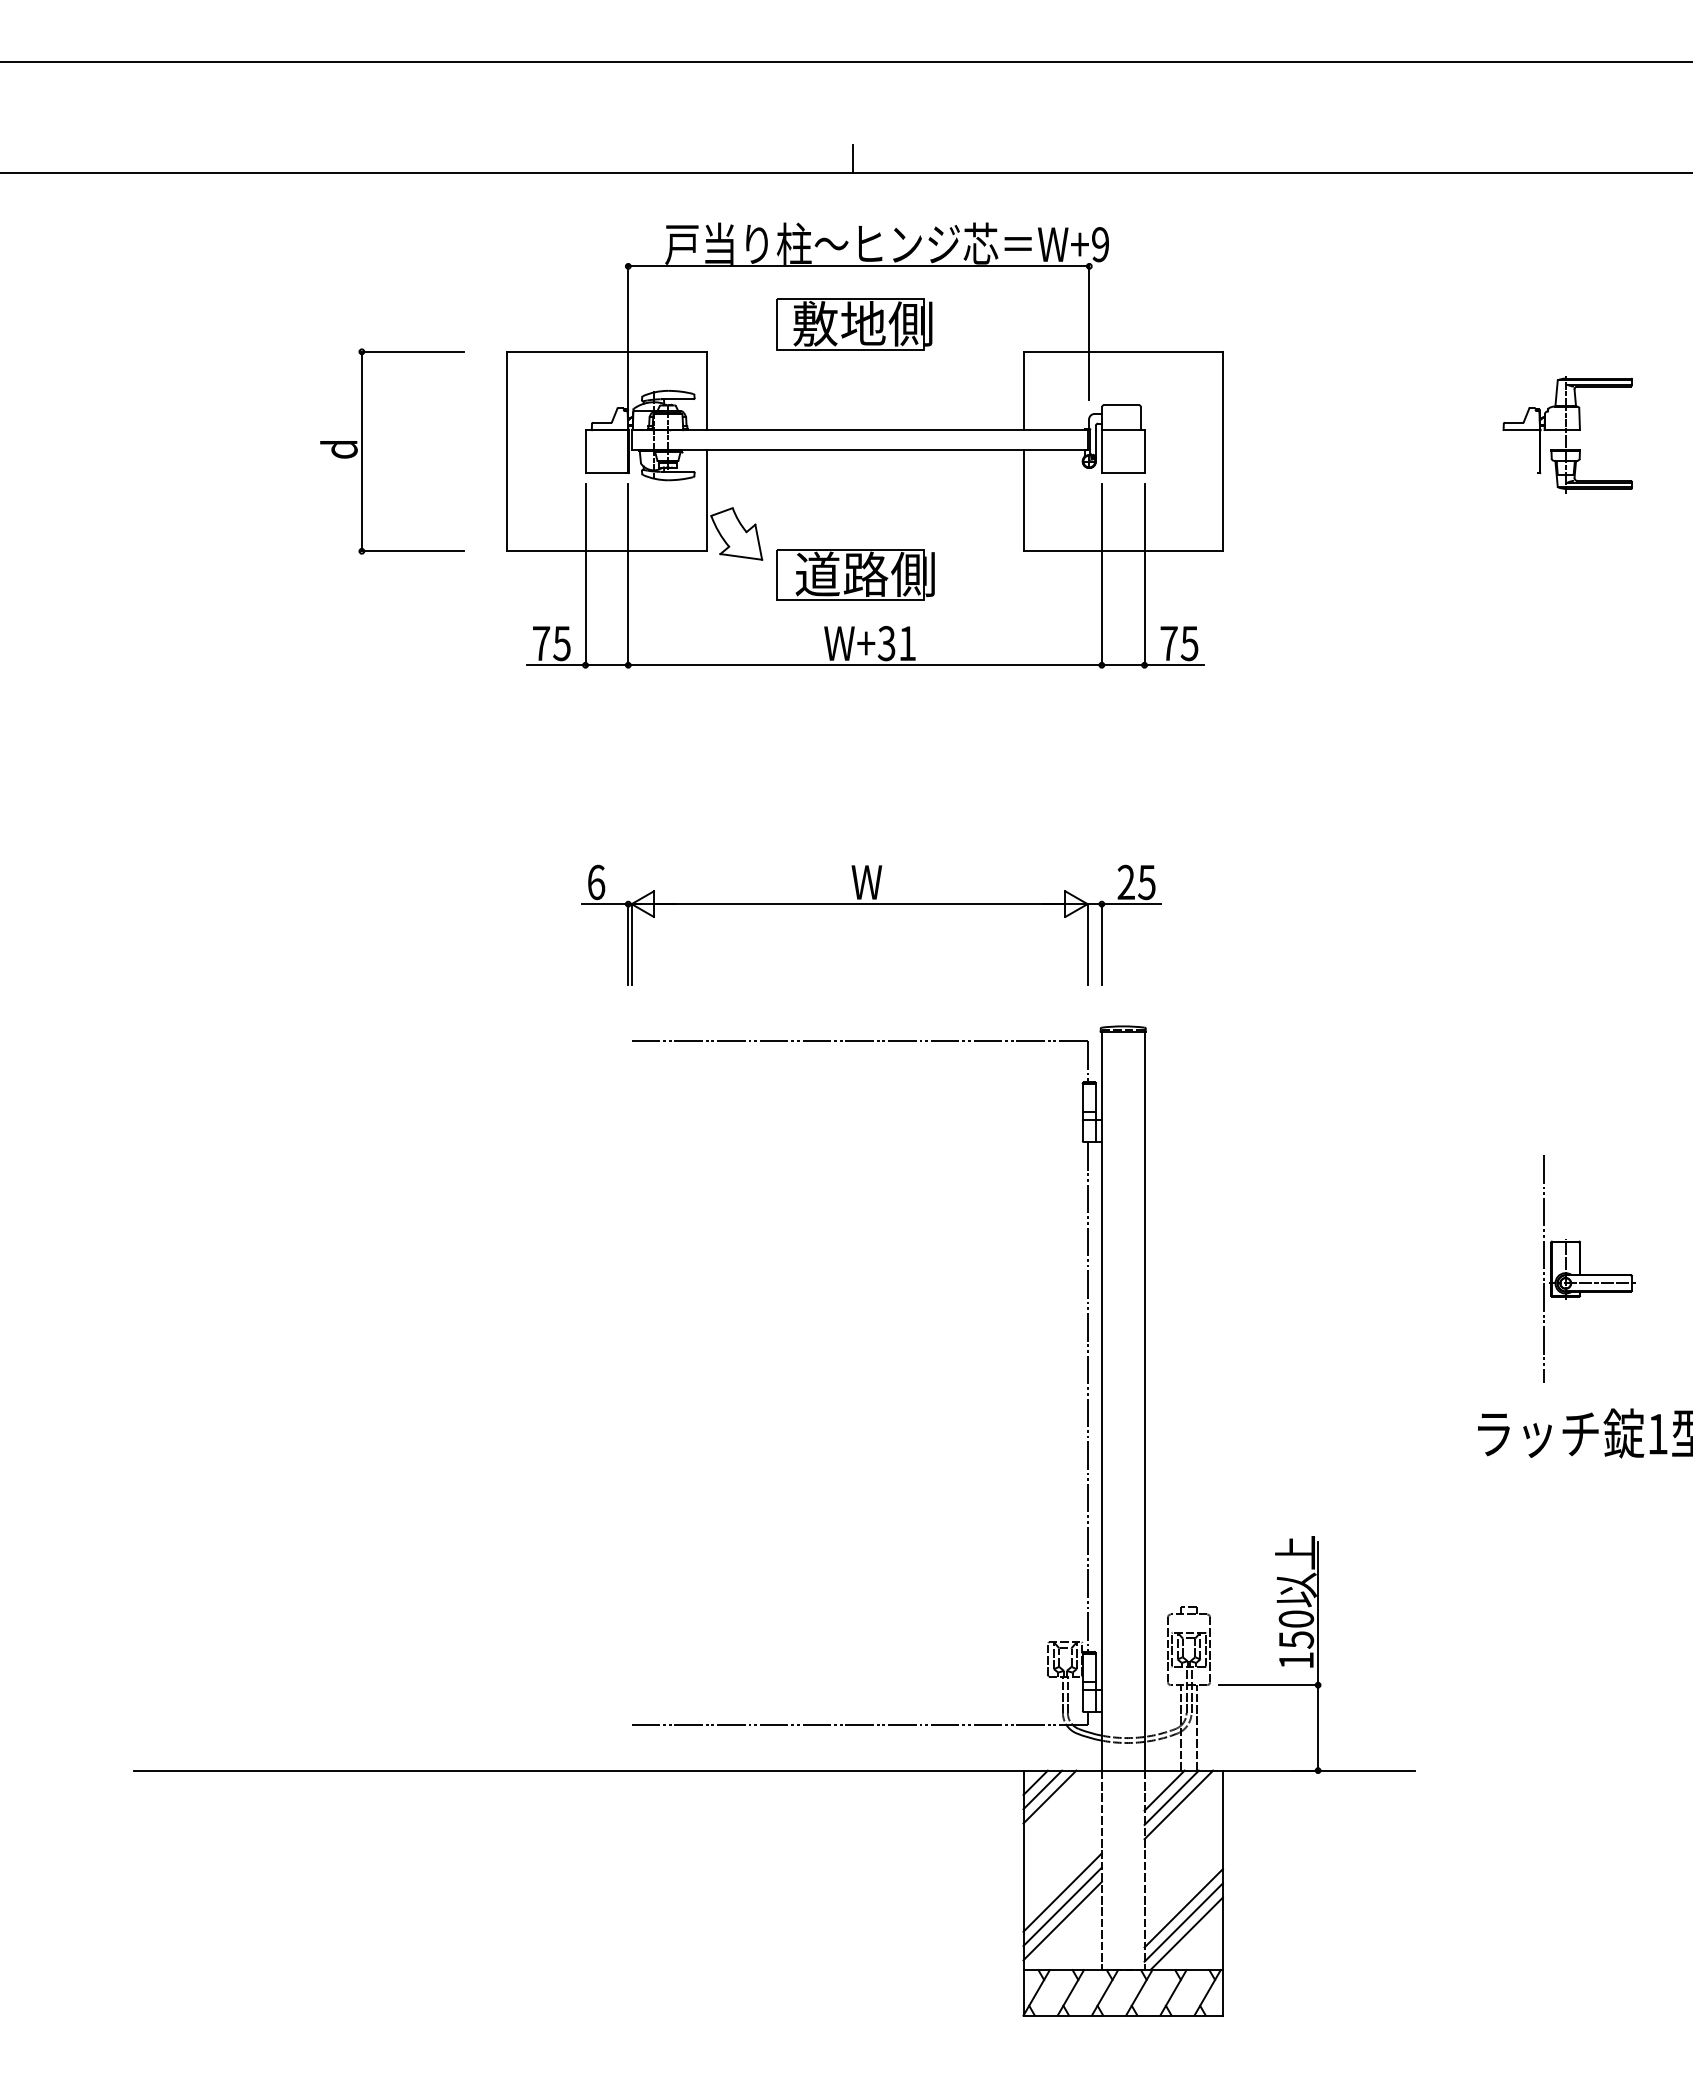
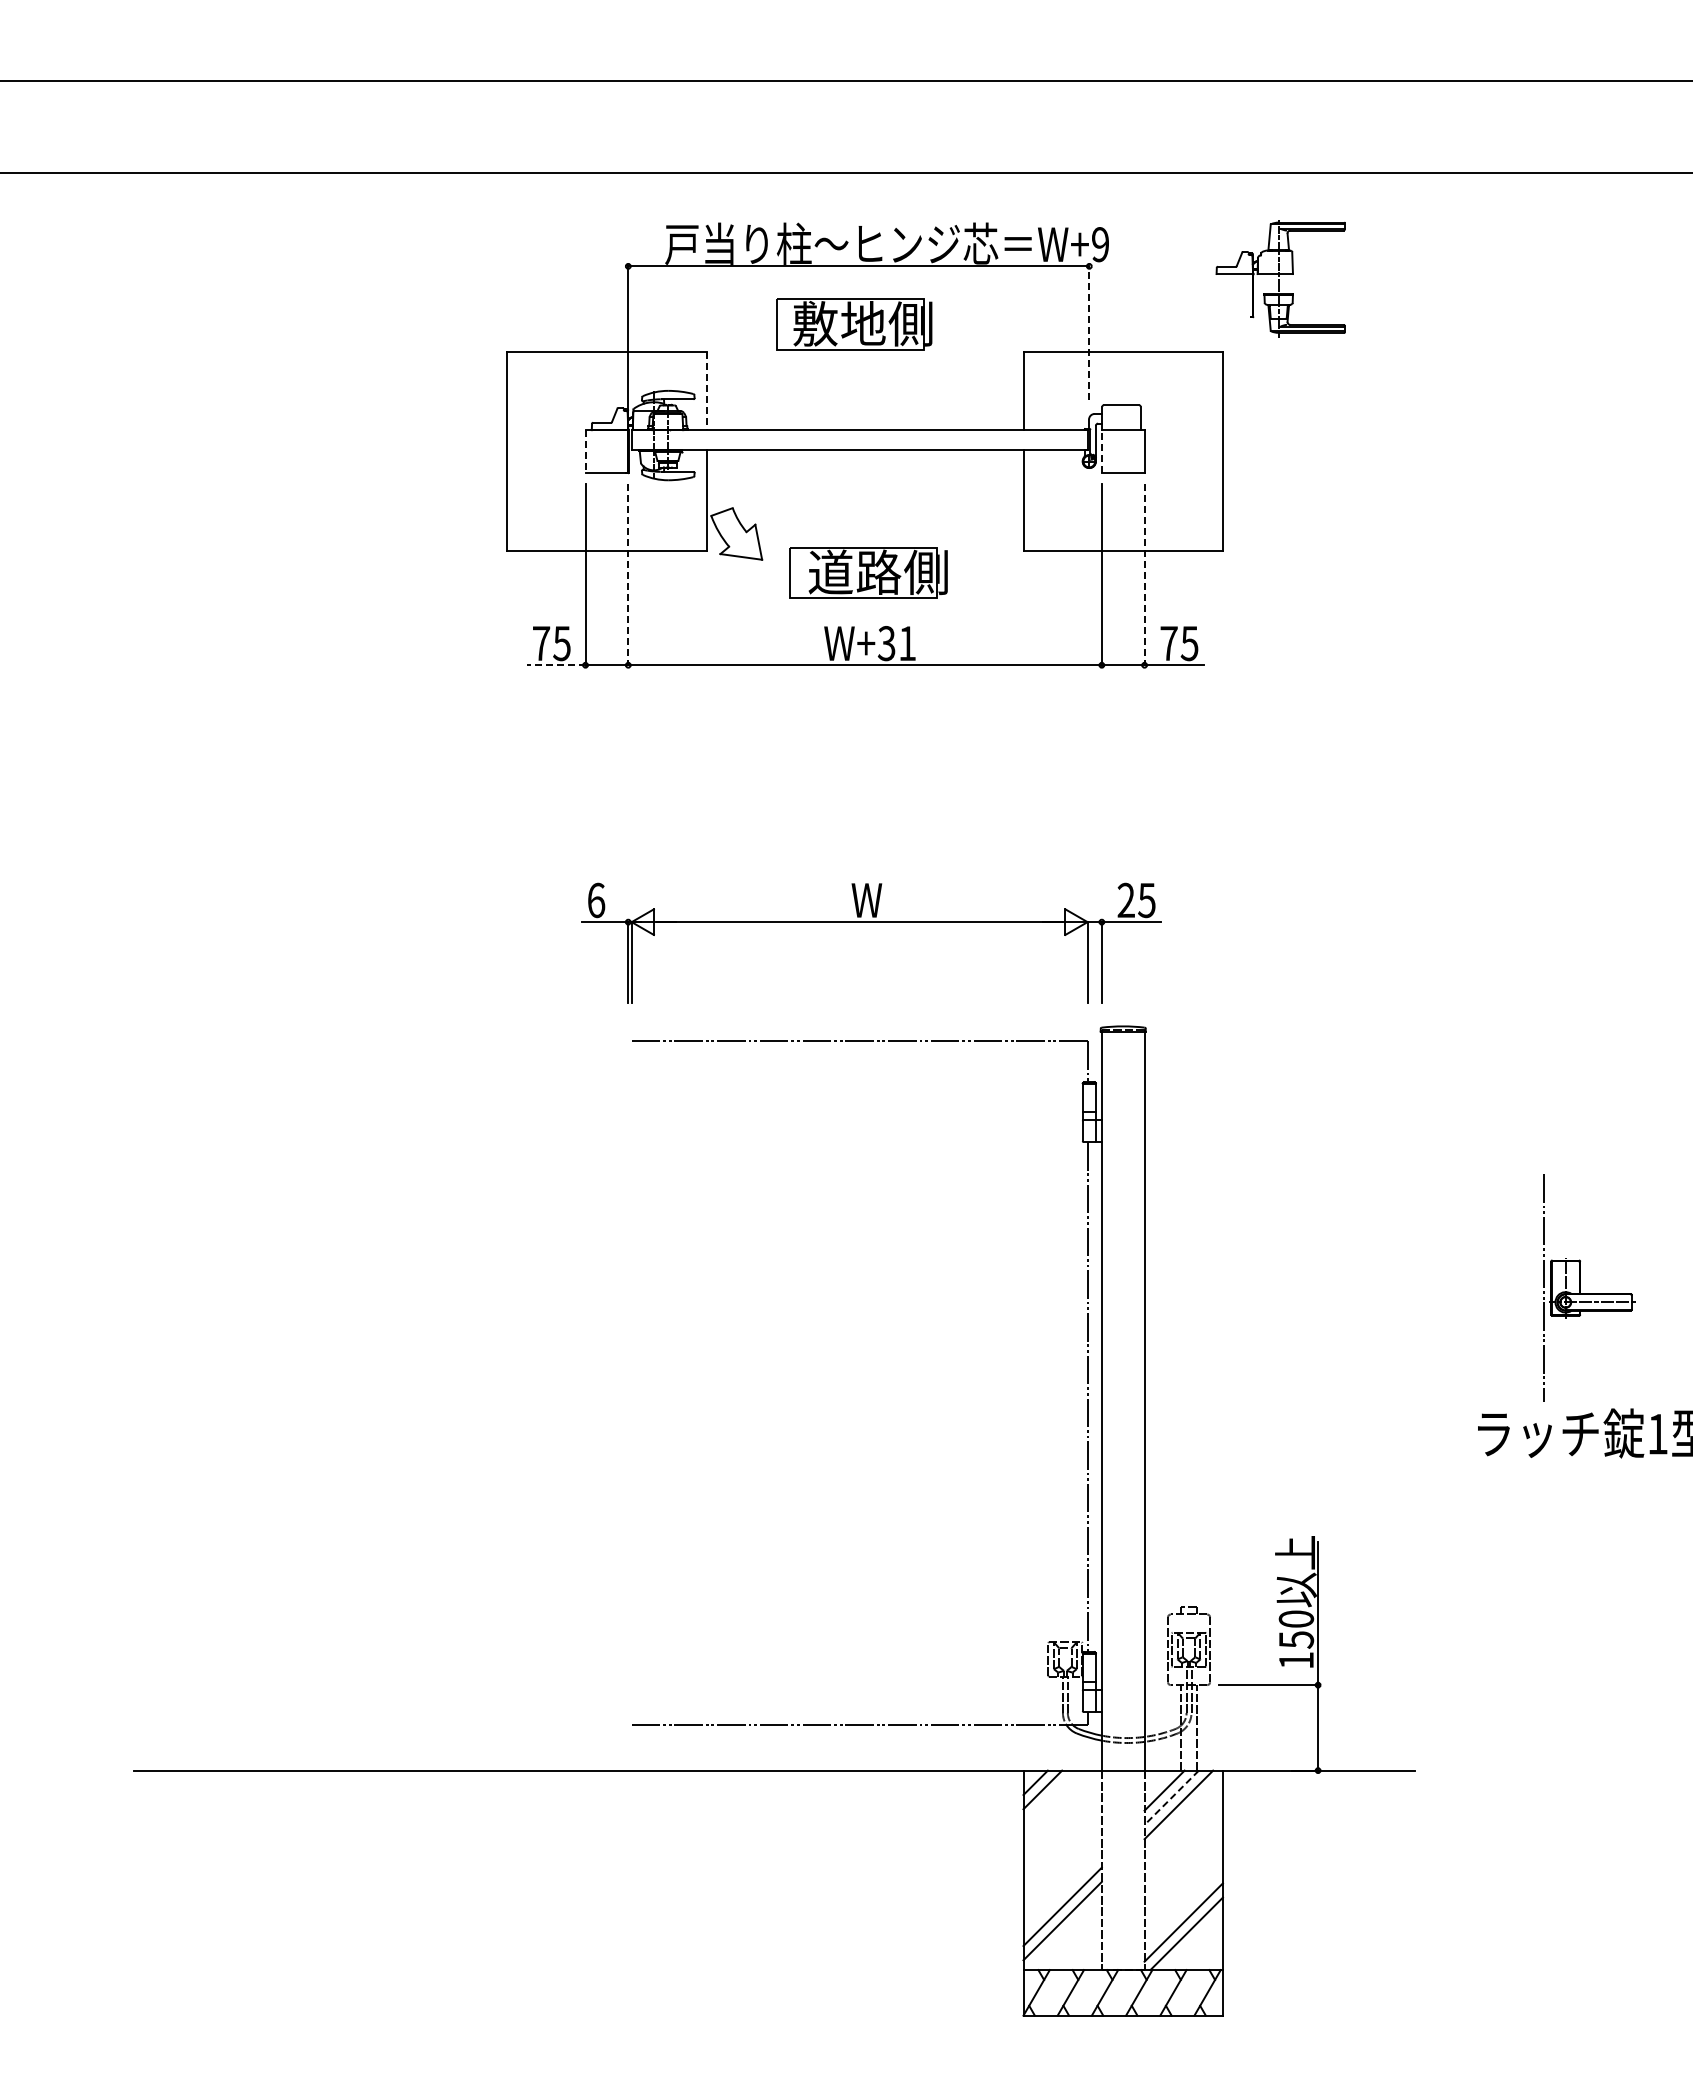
line at (845, 62) position: (845, 62) -> (845, 81)
line at (852, 158): present -> none
line at (1089, 332): solid -> dashed
line at (706, 391): solid -> dashed
part at (1567, 434) position: (1567, 434) -> (1280, 278)
part at (362, 451): present -> none
line at (1101, 451): solid -> dashed
line at (585, 452): solid -> dashed
part at (855, 574) position: (855, 574) -> (868, 572)
line at (628, 575): solid -> dashed
line at (1144, 575): solid -> dashed
line at (555, 665): solid -> dashed
part at (871, 904) position: (871, 904) -> (871, 922)
part at (1589, 1268) position: (1589, 1268) -> (1589, 1287)
line at (1049, 1796): present -> none
line at (1171, 1798): solid -> dashed
line at (1062, 1892): present -> none
line at (1183, 1908): present -> none
